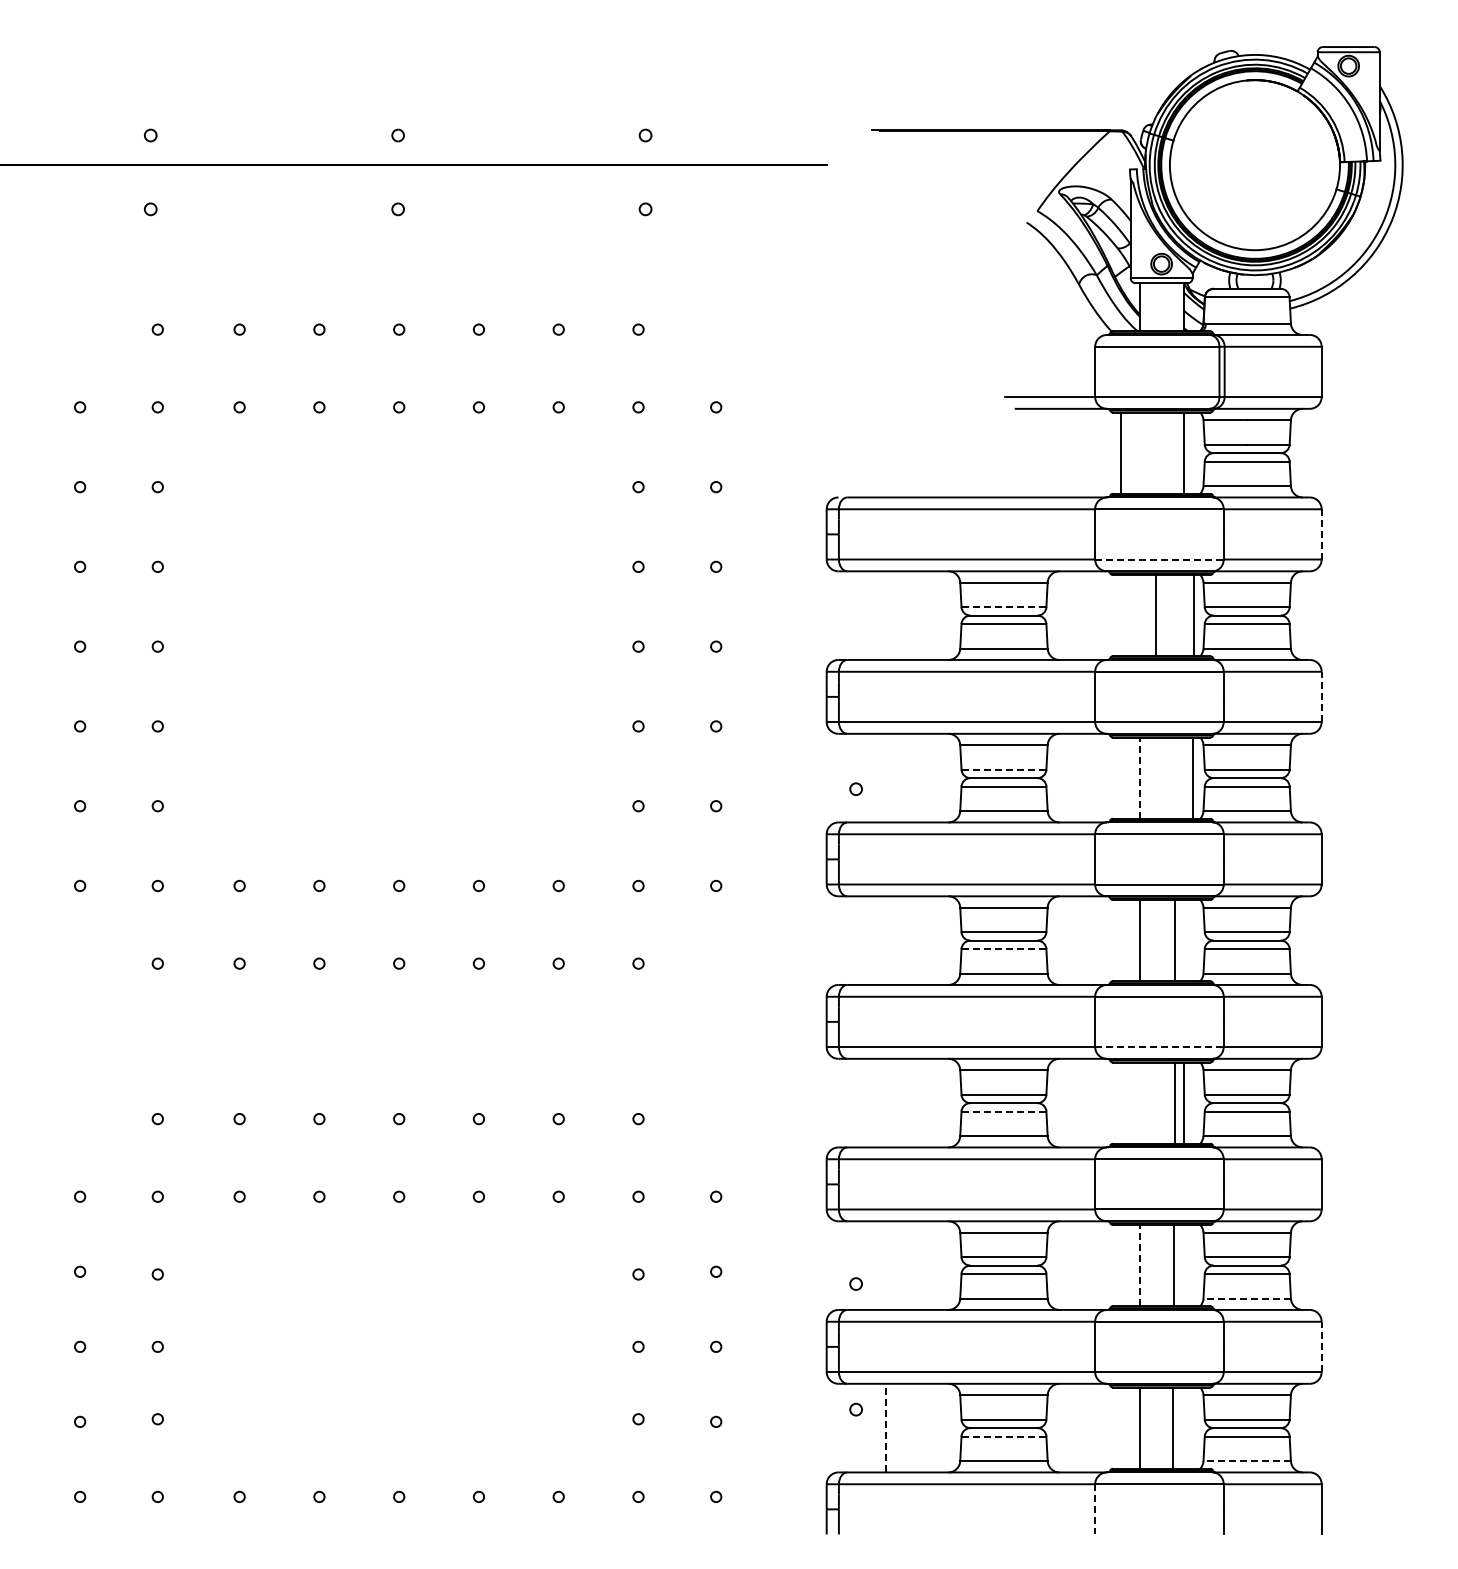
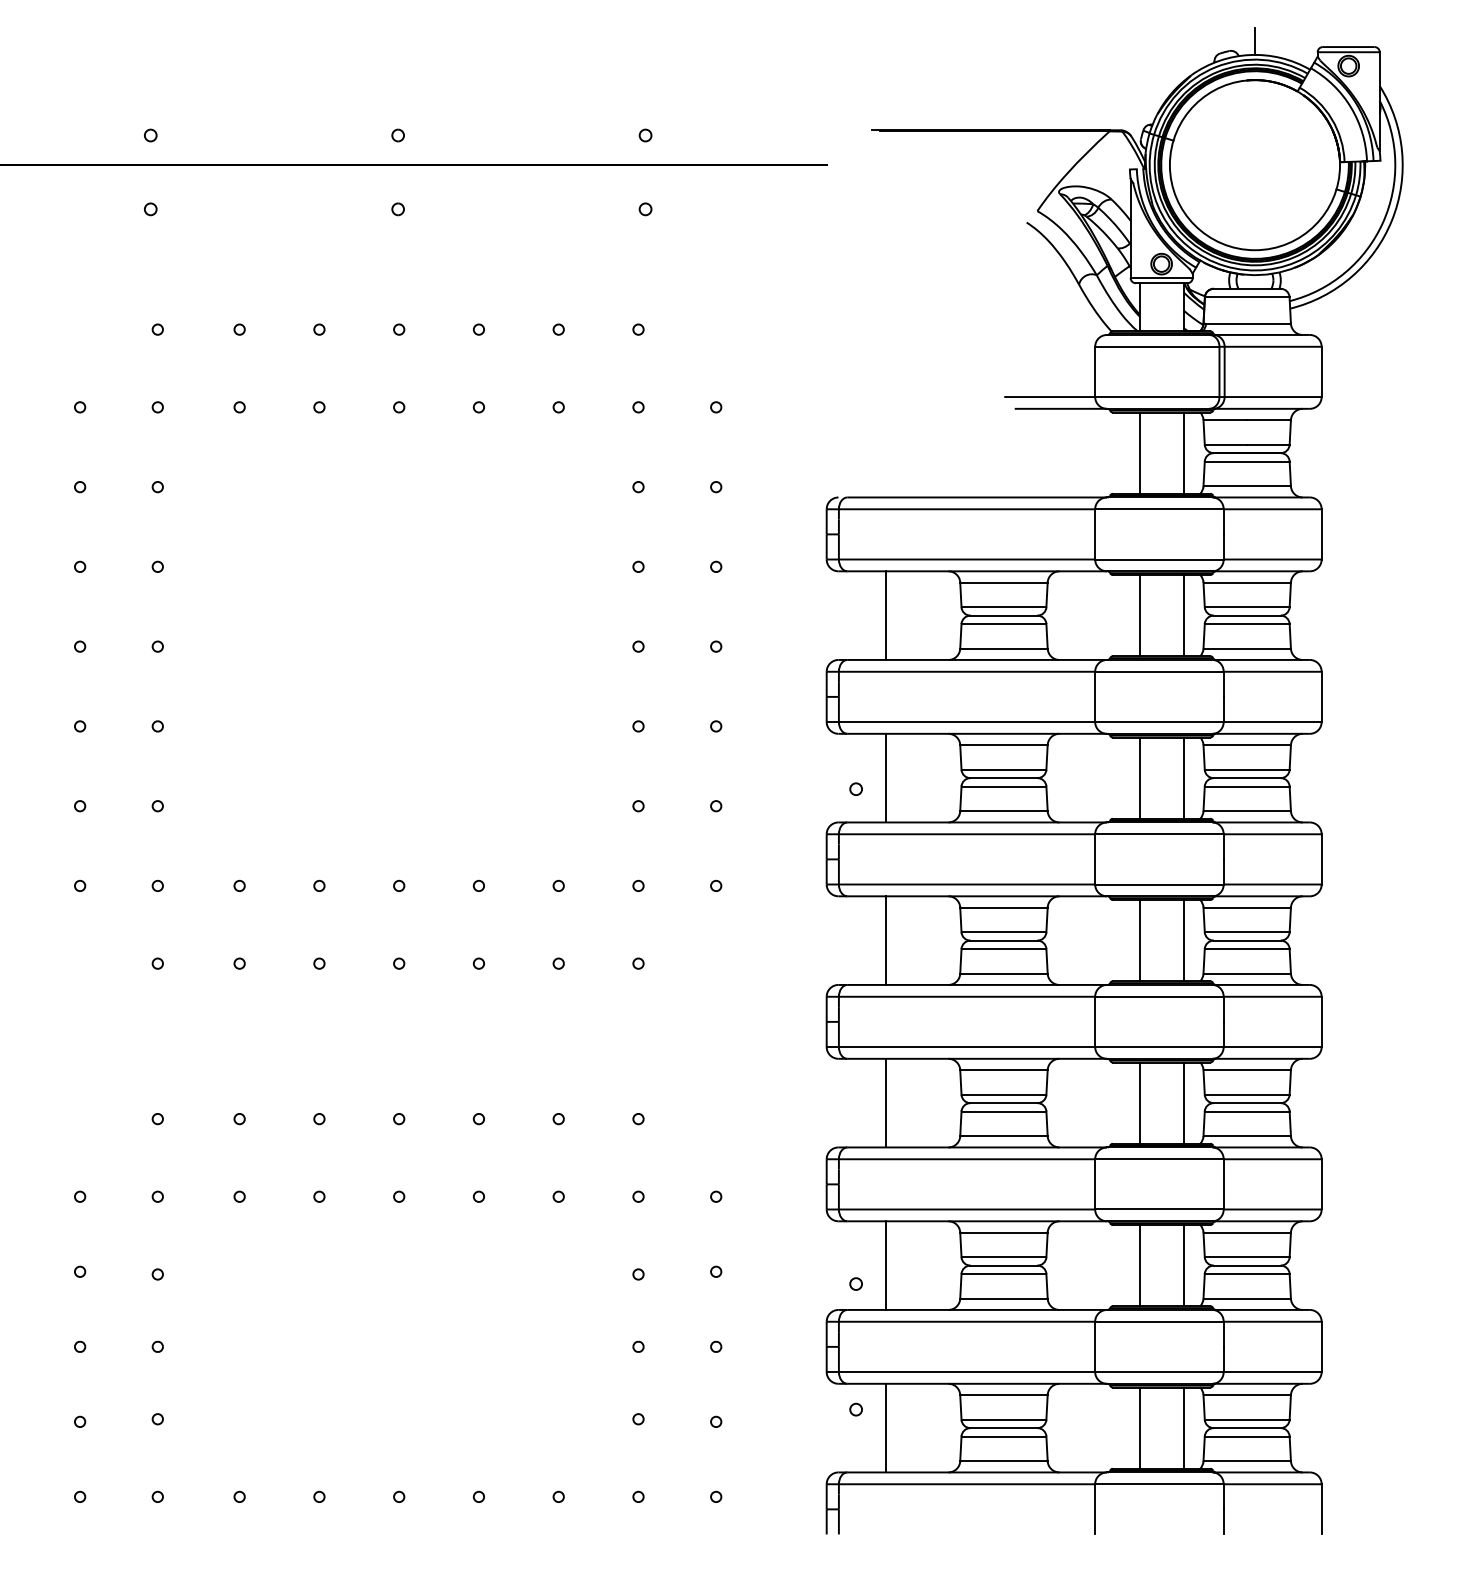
line at (1254, 40): none -> present
line at (1120, 452) position: (1120, 452) -> (1139, 452)
line at (1321, 533): dashed -> solid
line at (1159, 559): dashed -> solid
line at (1003, 607): dashed -> solid
line at (885, 615): none -> present
line at (1155, 615) position: (1155, 615) -> (1139, 615)
line at (1193, 615) position: (1193, 615) -> (1183, 615)
line at (1321, 696): dashed -> solid
line at (1003, 769): dashed -> solid
line at (885, 777): none -> present
line at (1192, 777) position: (1192, 777) -> (1183, 777)
line at (1139, 778): dashed -> solid
line at (885, 940): none -> present
line at (1174, 940) position: (1174, 940) -> (1183, 940)
line at (1004, 949): dashed -> solid
line at (1159, 1047): dashed -> solid
line at (885, 1102): none -> present
line at (1174, 1102) position: (1174, 1102) -> (1139, 1102)
line at (1004, 1111): dashed -> solid
line at (885, 1265): none -> present
line at (1139, 1265): dashed -> solid
line at (1173, 1265) position: (1173, 1265) -> (1183, 1265)
line at (1247, 1298): dashed -> solid
line at (1321, 1346): dashed -> solid
line at (885, 1427): dashed -> solid
line at (1172, 1427) position: (1172, 1427) -> (1183, 1427)
line at (1004, 1436): dashed -> solid
line at (1247, 1461): dashed -> solid
line at (1095, 1509): dashed -> solid
